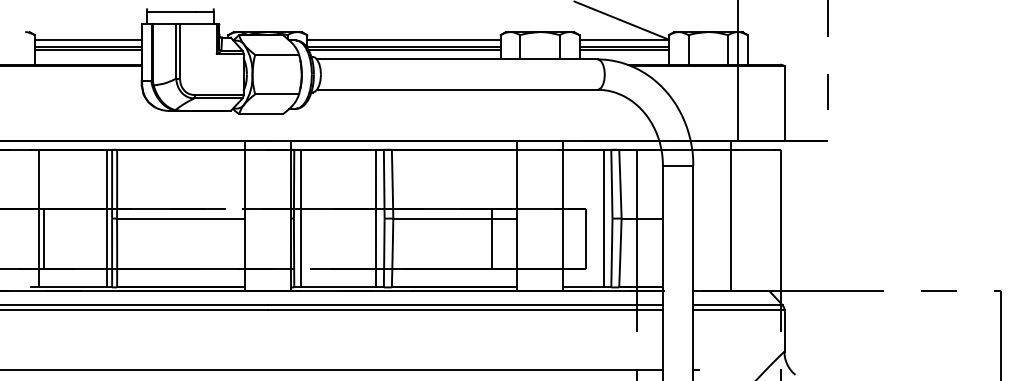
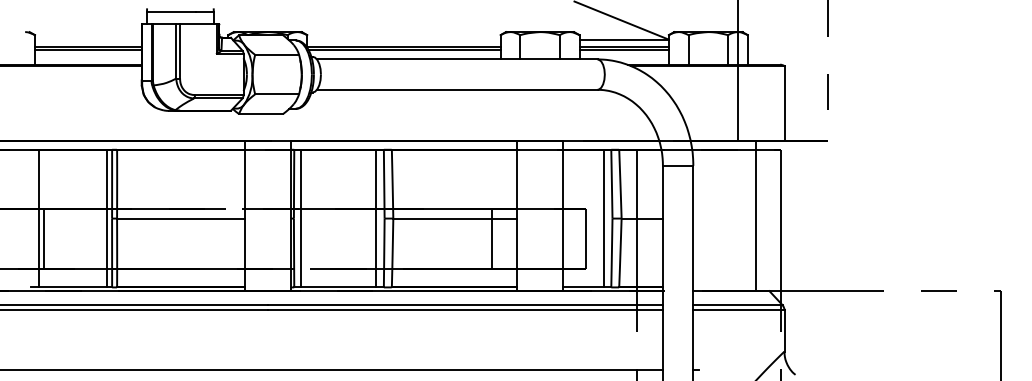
line at (88, 40): present -> none
line at (403, 40): present -> none
line at (731, 215) position: (731, 215) -> (756, 215)
